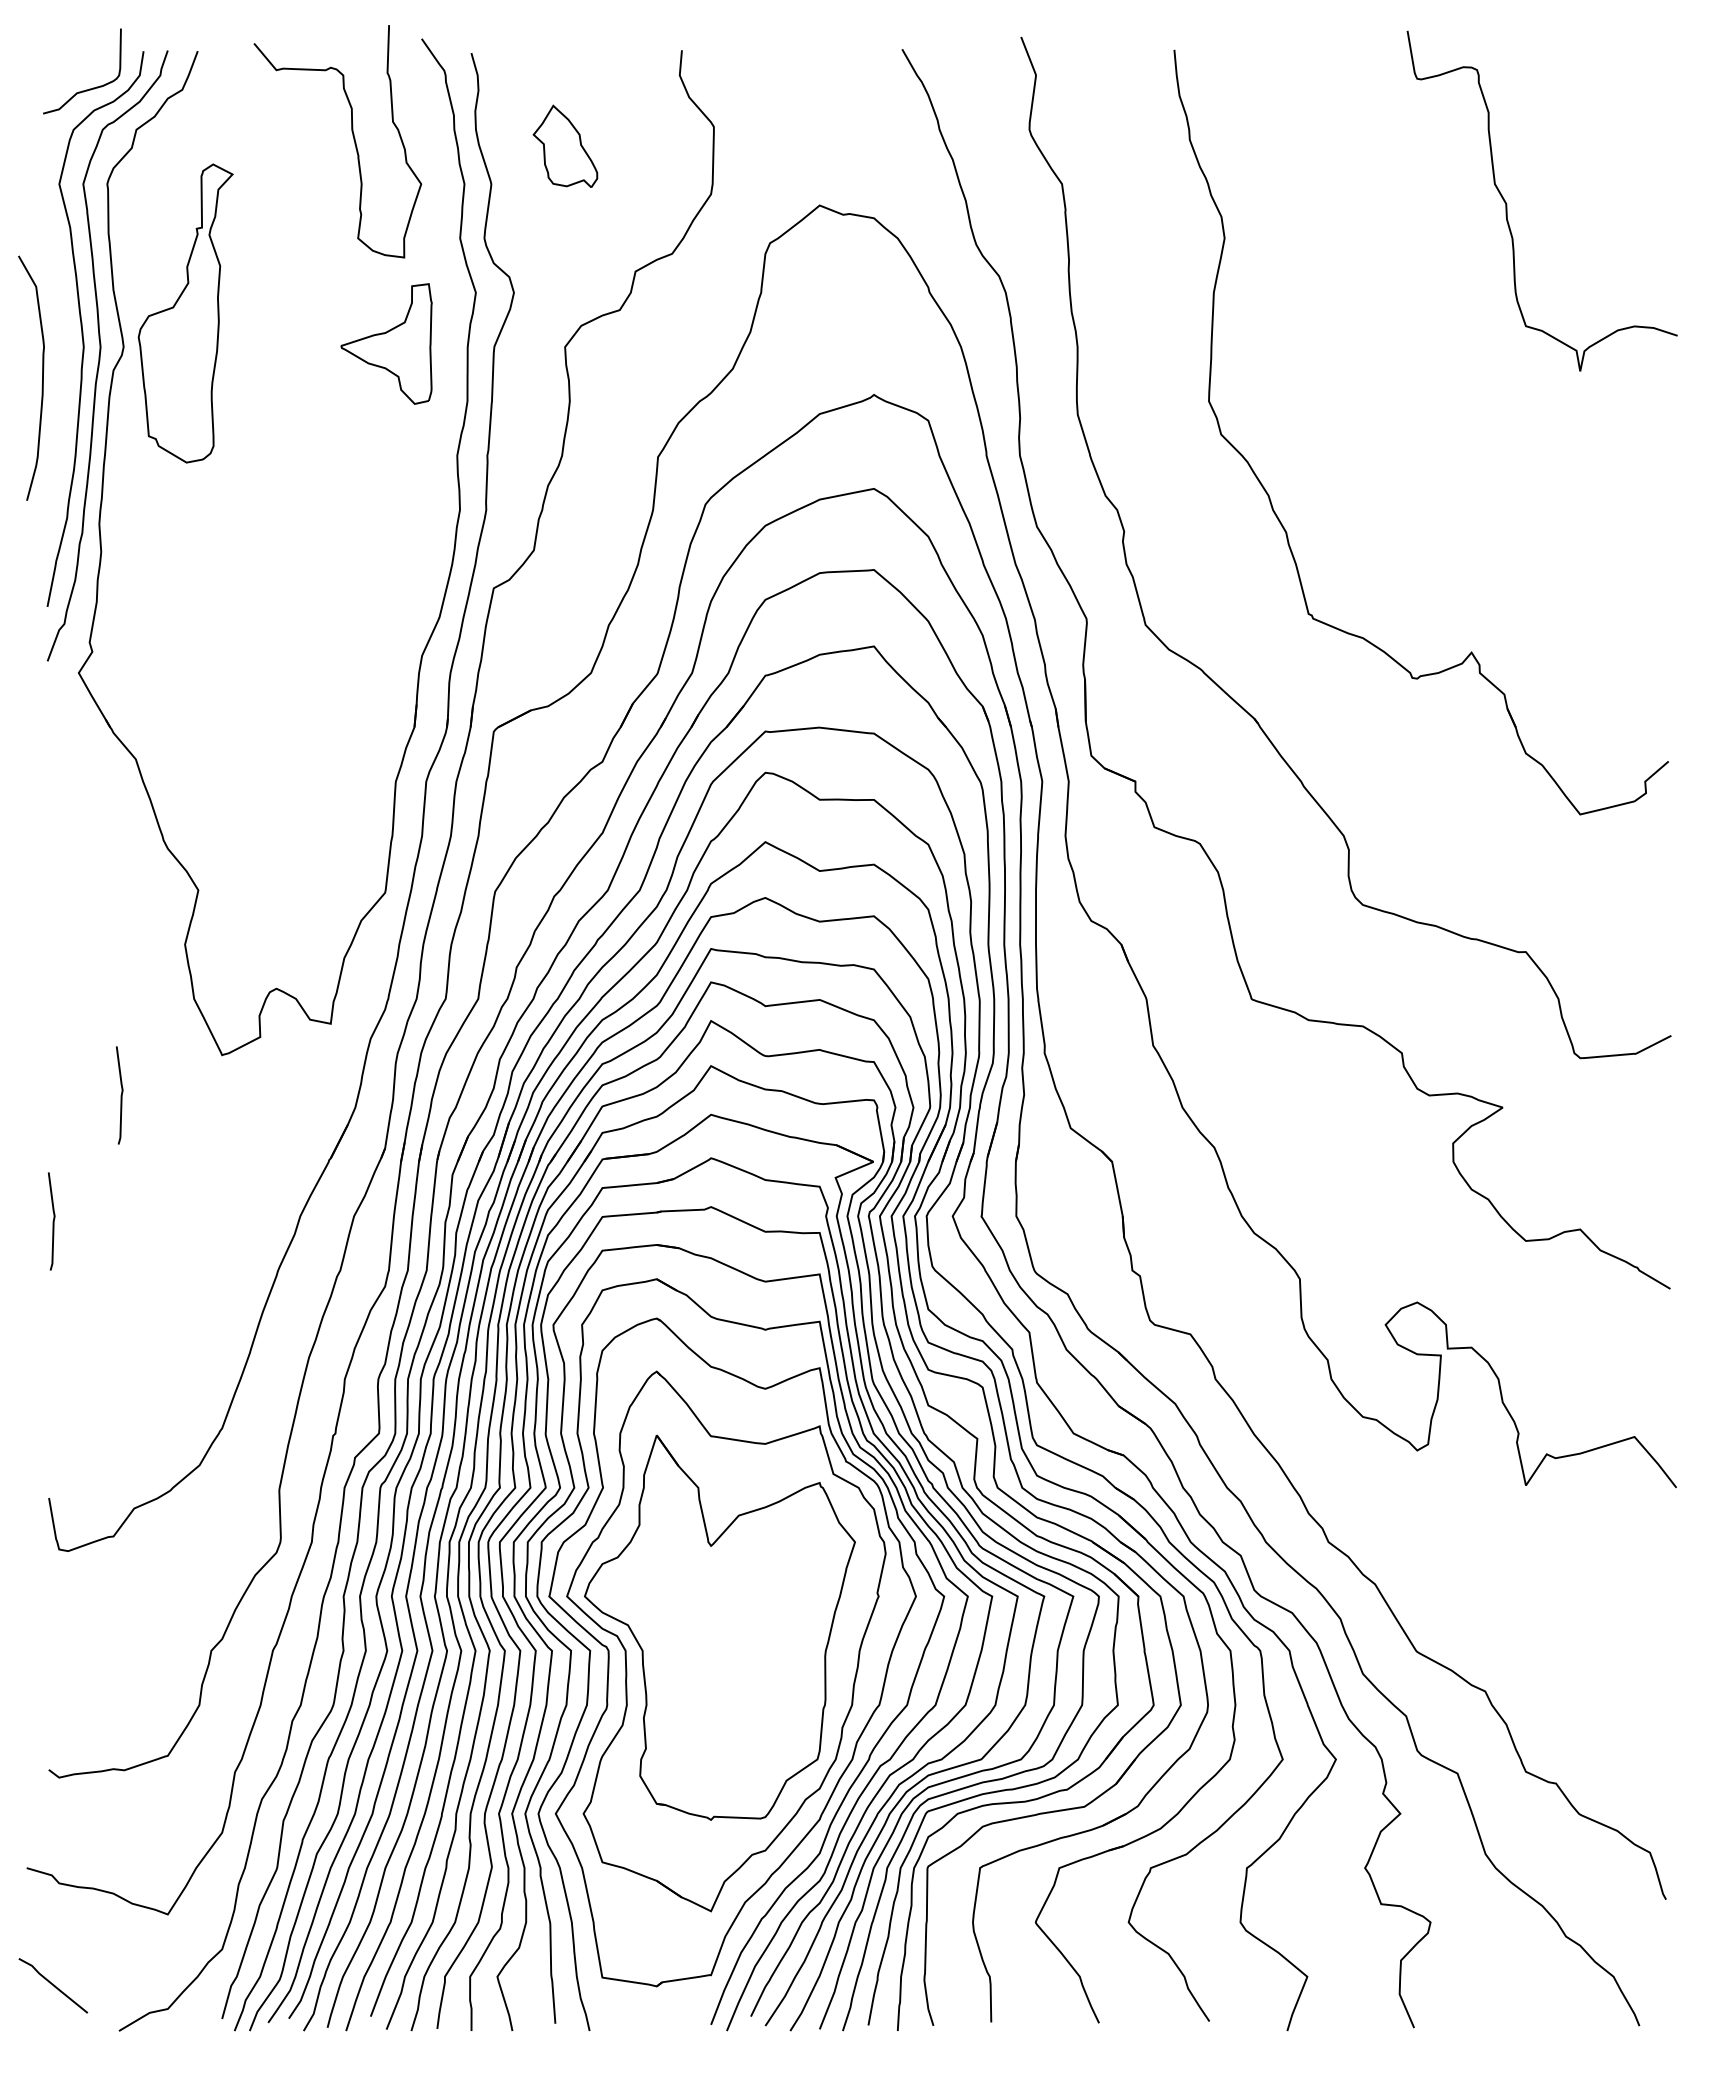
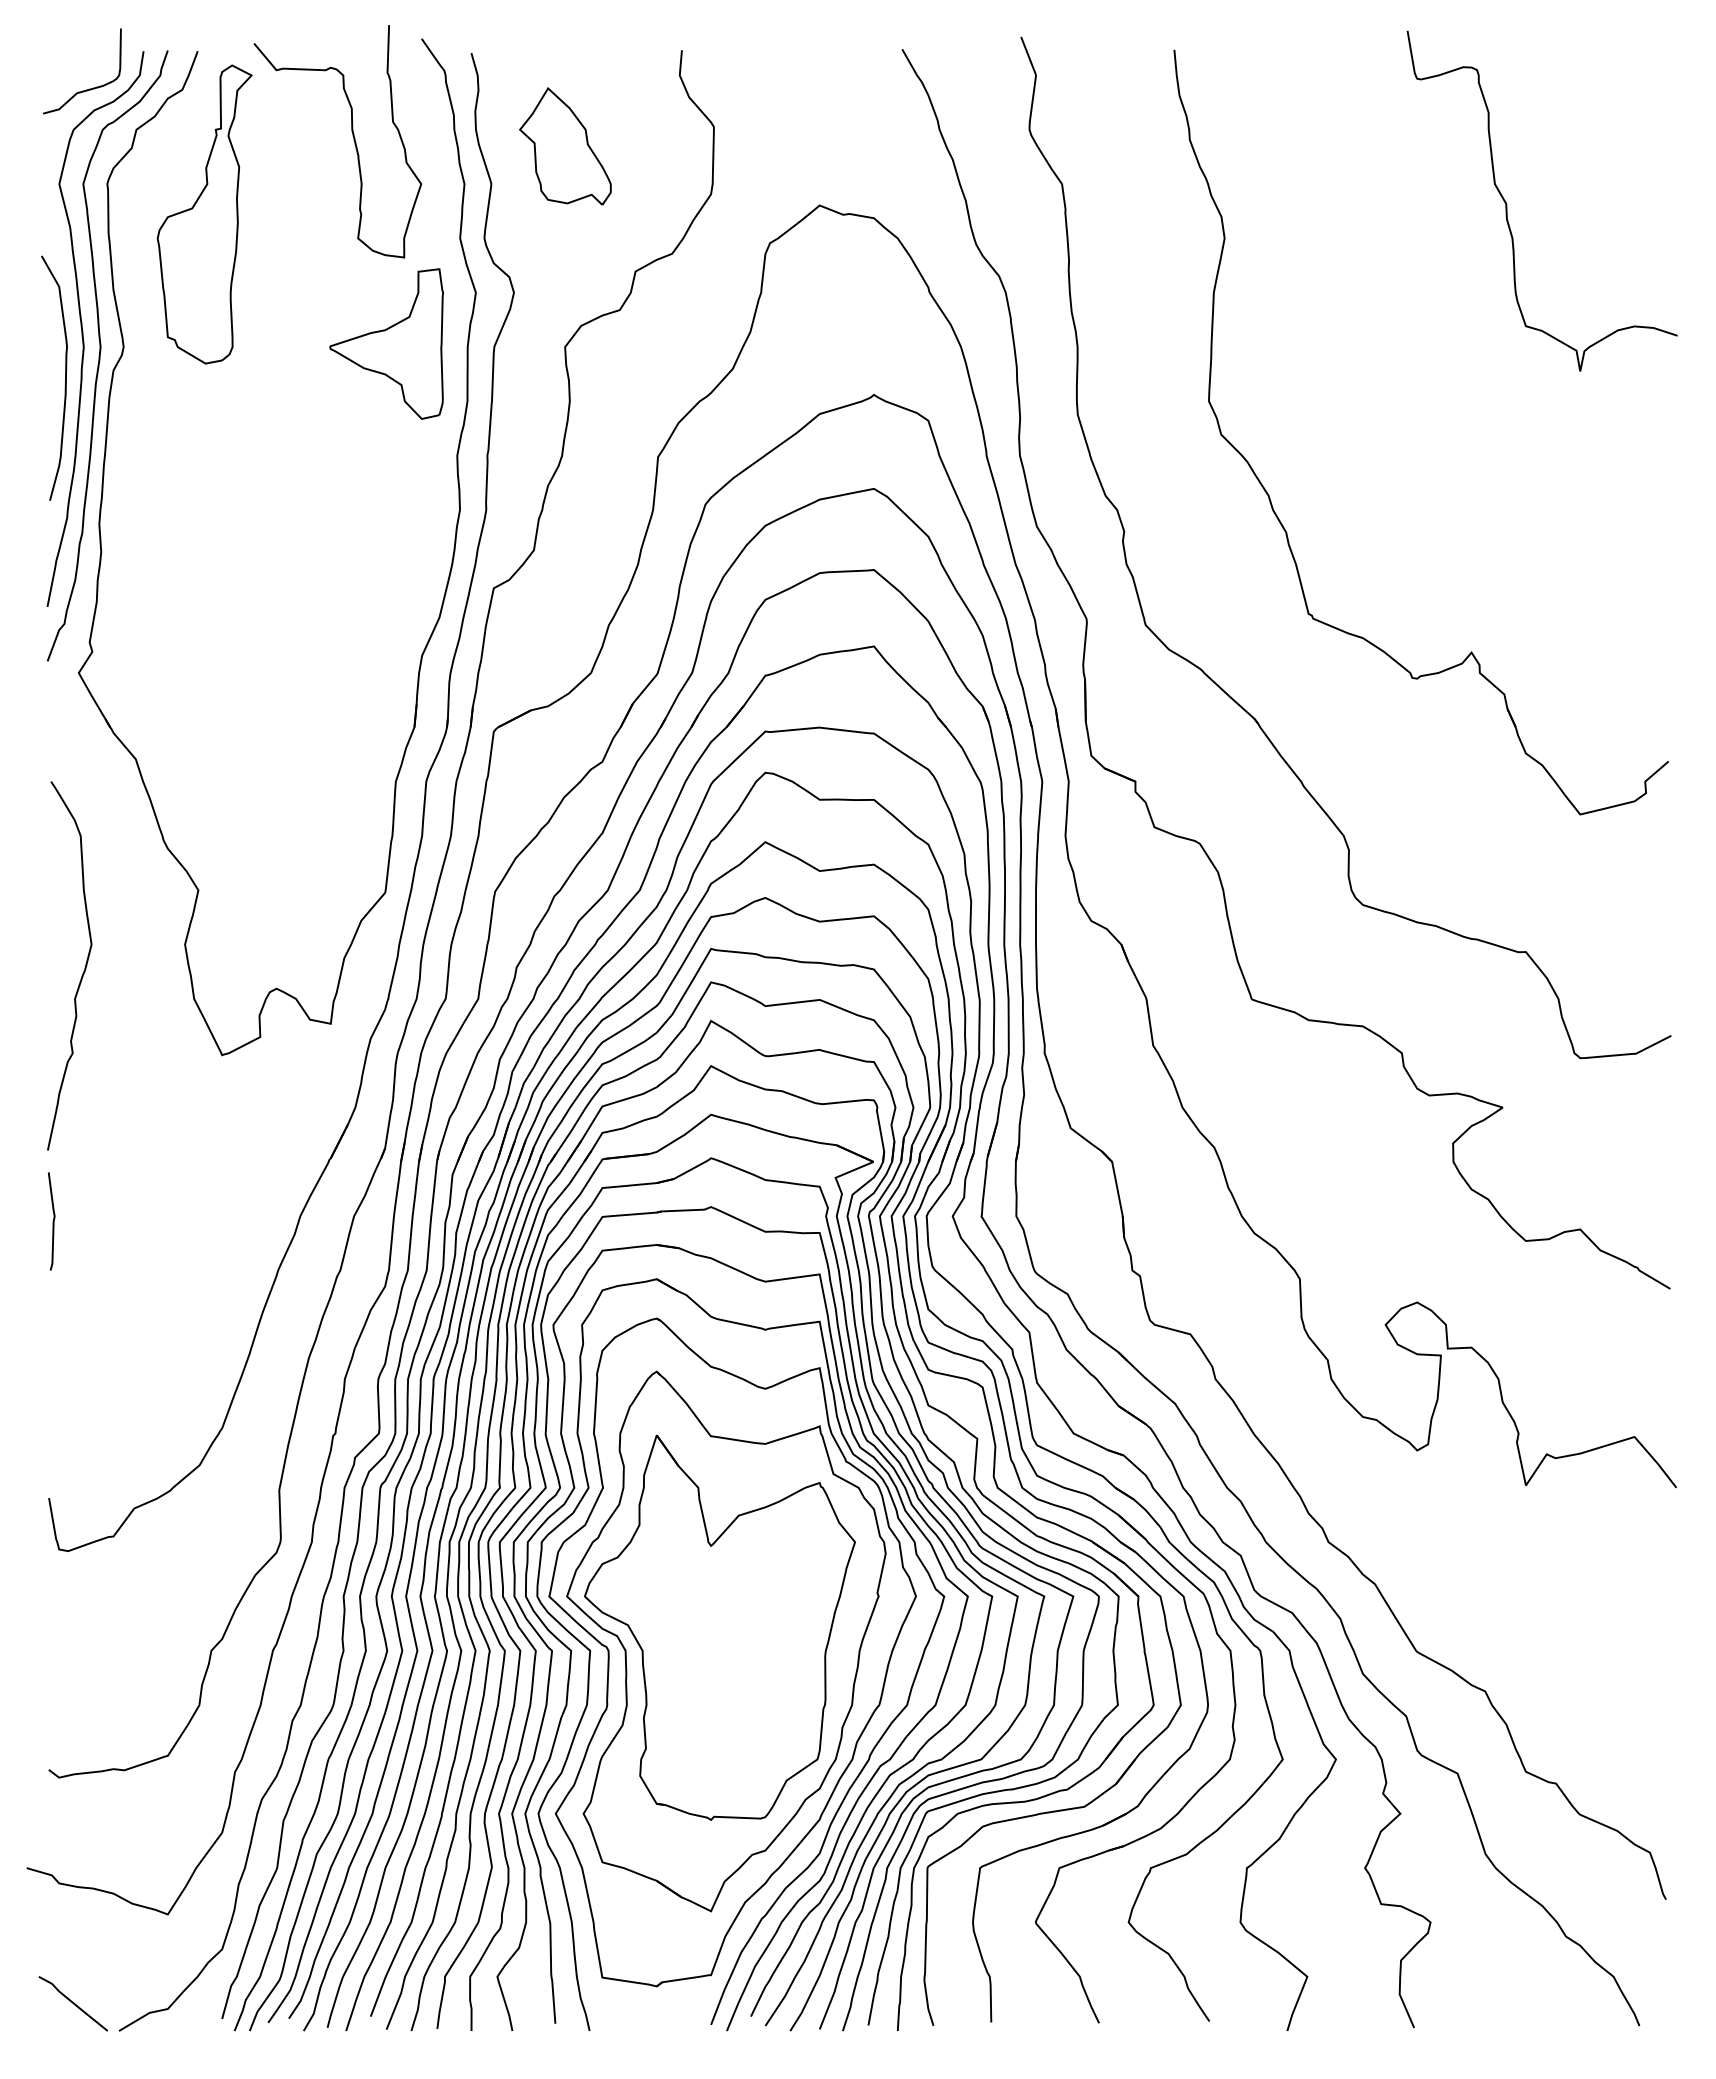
part at (565, 145) size: 67x84 px -> 93x119 px
part at (185, 313) position: (185, 313) -> (204, 214)
part at (386, 343) size: 93x122 px -> 115x152 px
curve at (42, 377) position: (42, 377) -> (65, 377)
curve at (84, 967): none -> present
curve at (120, 1095): present -> none
line at (53, 1985) position: (53, 1985) -> (73, 2003)
